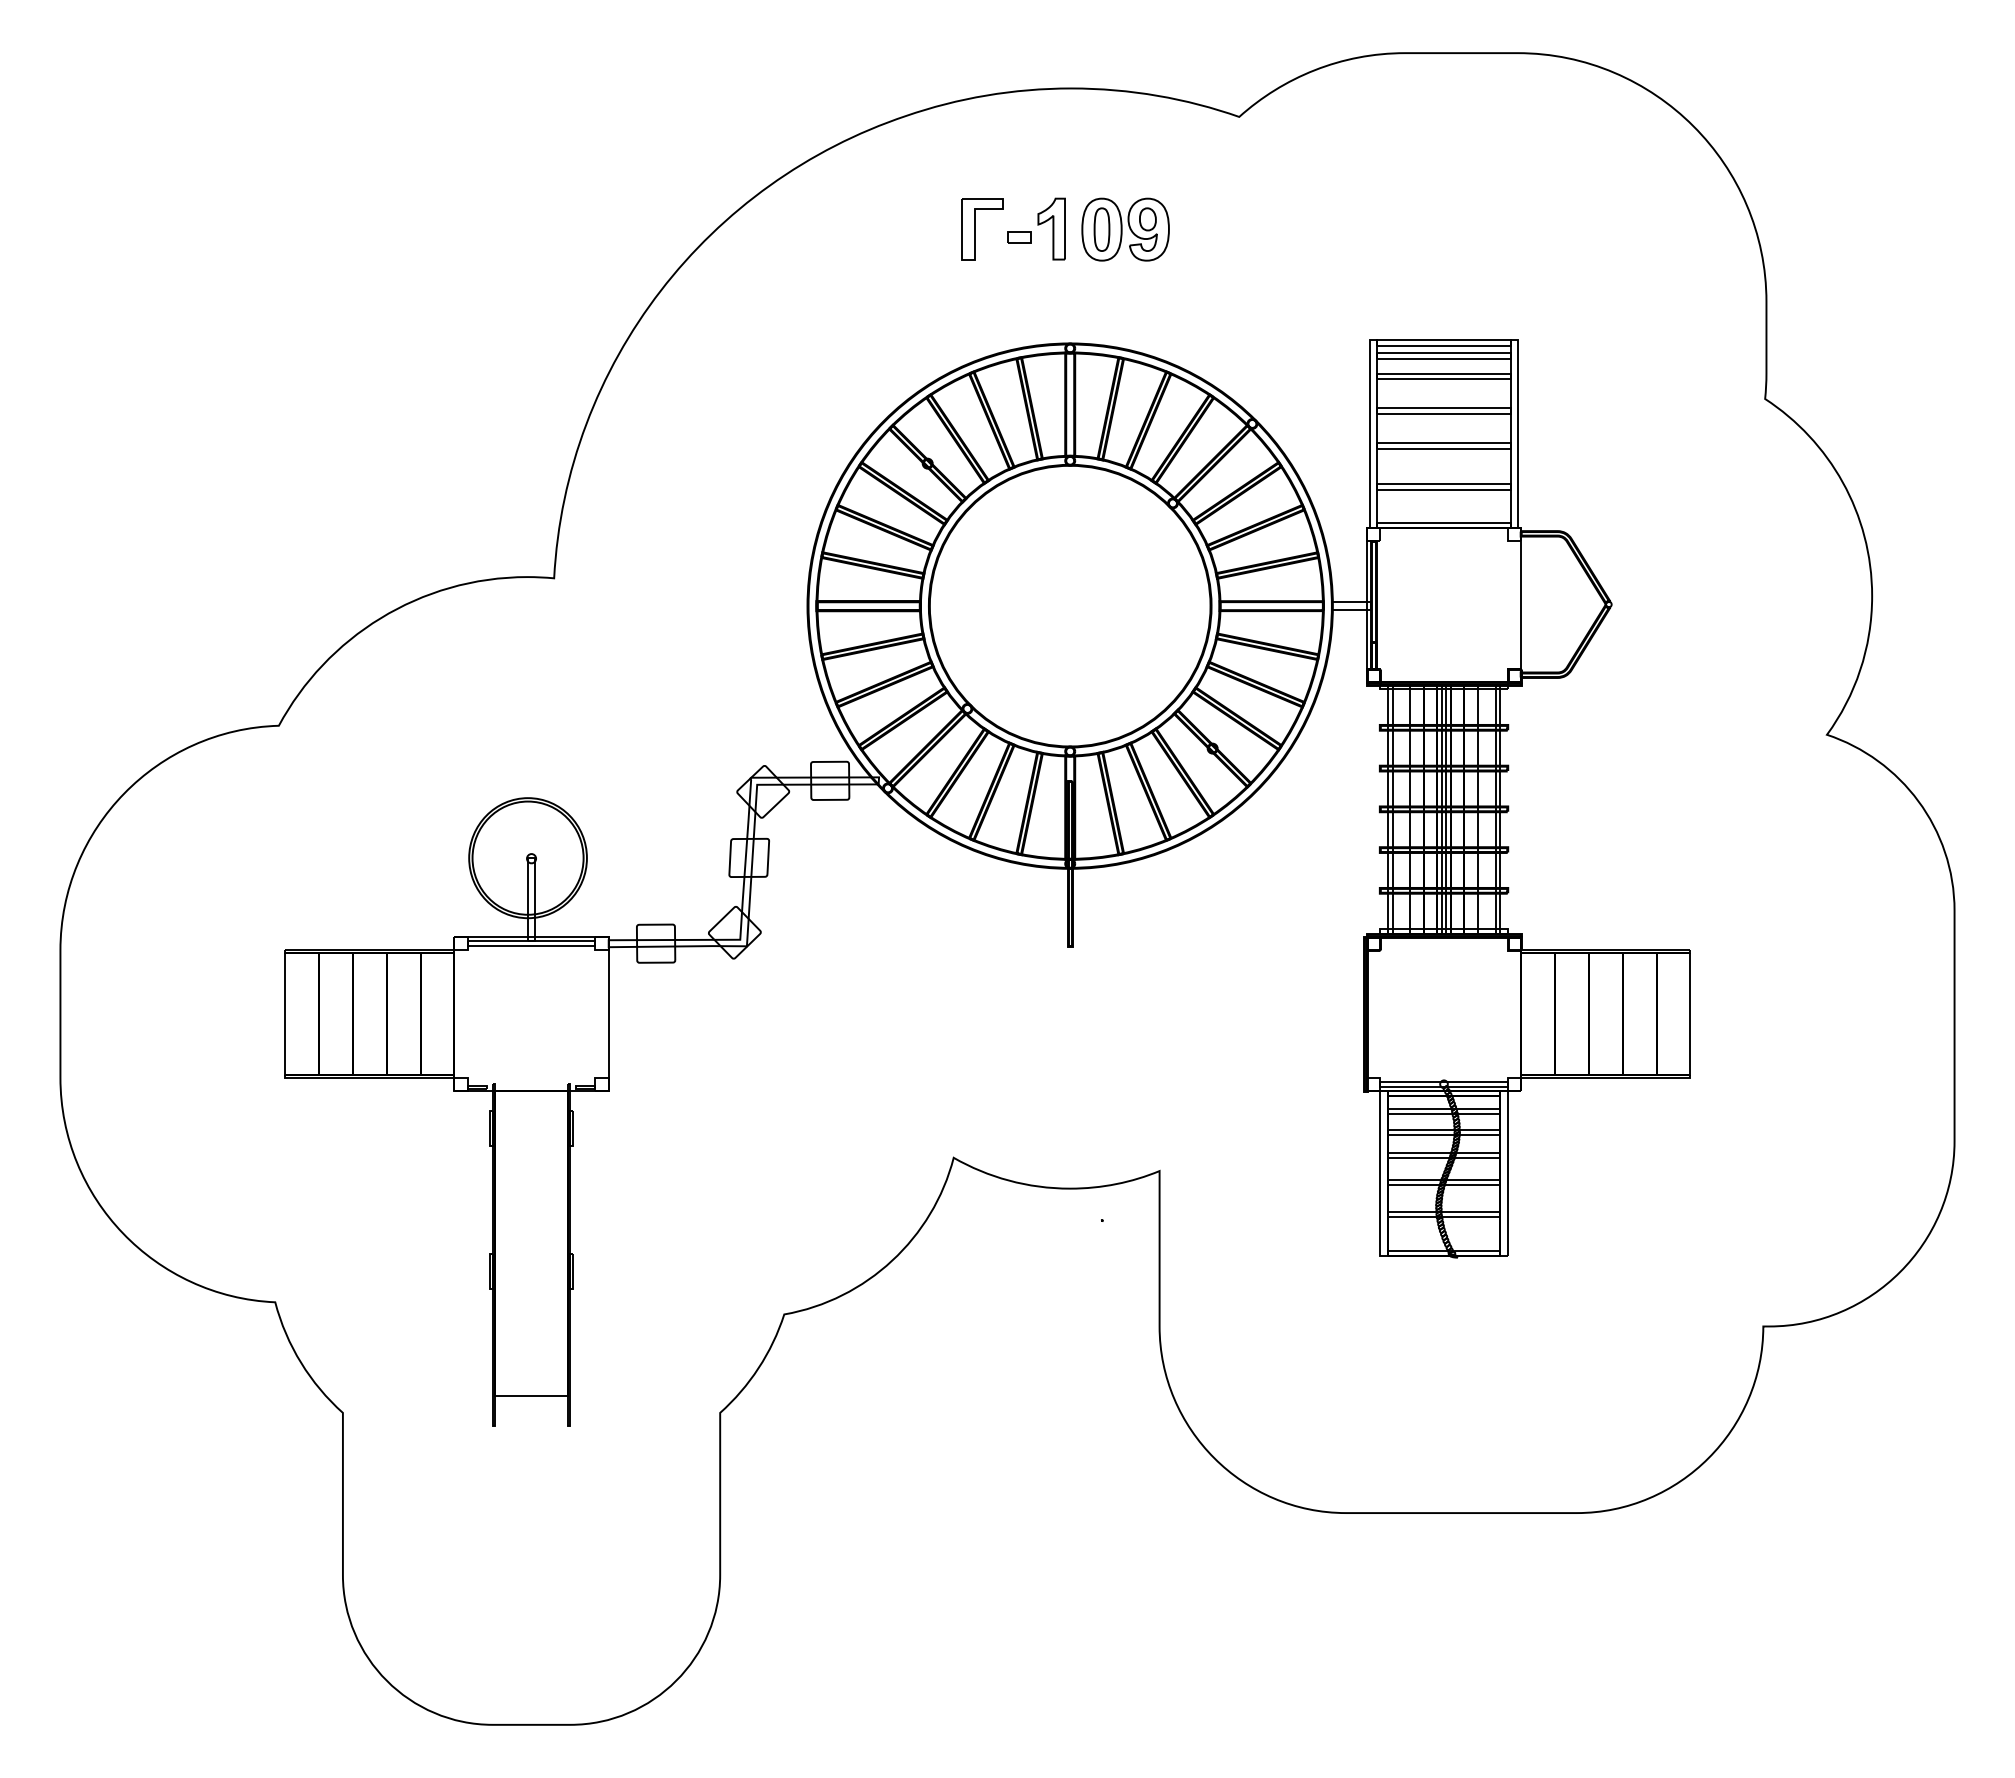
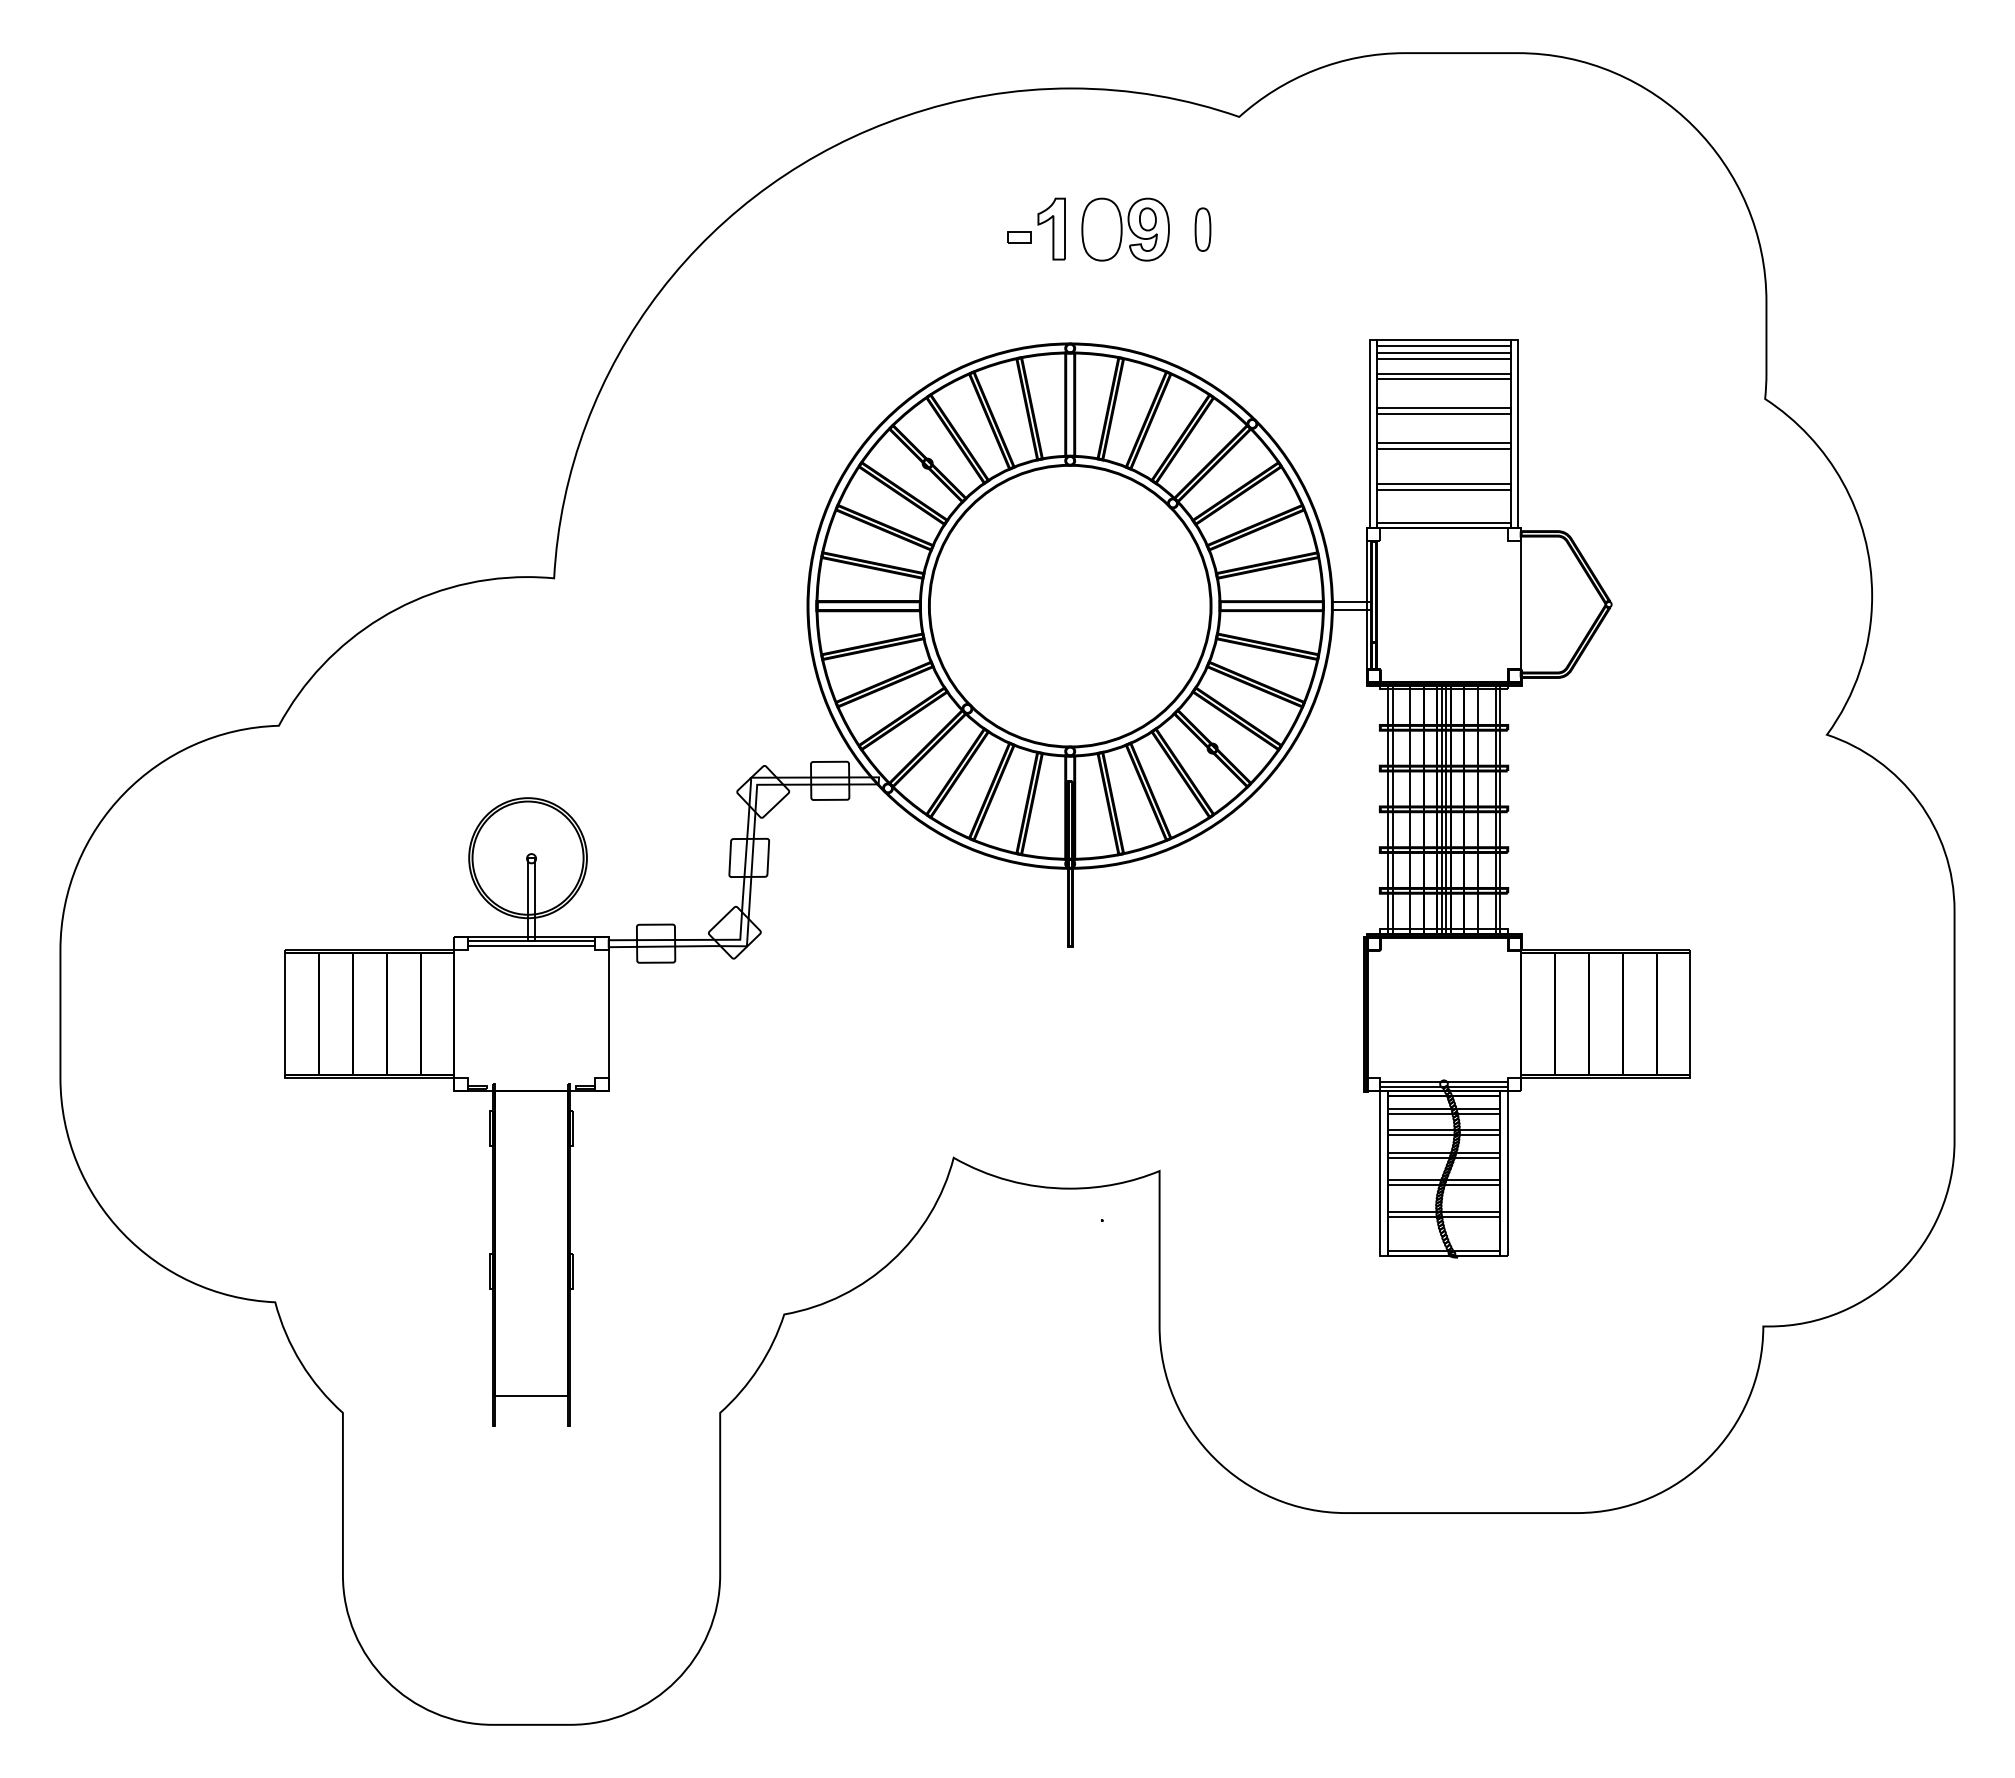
part at (975, 229): present -> none
part at (1101, 229) position: (1101, 229) -> (1202, 229)
